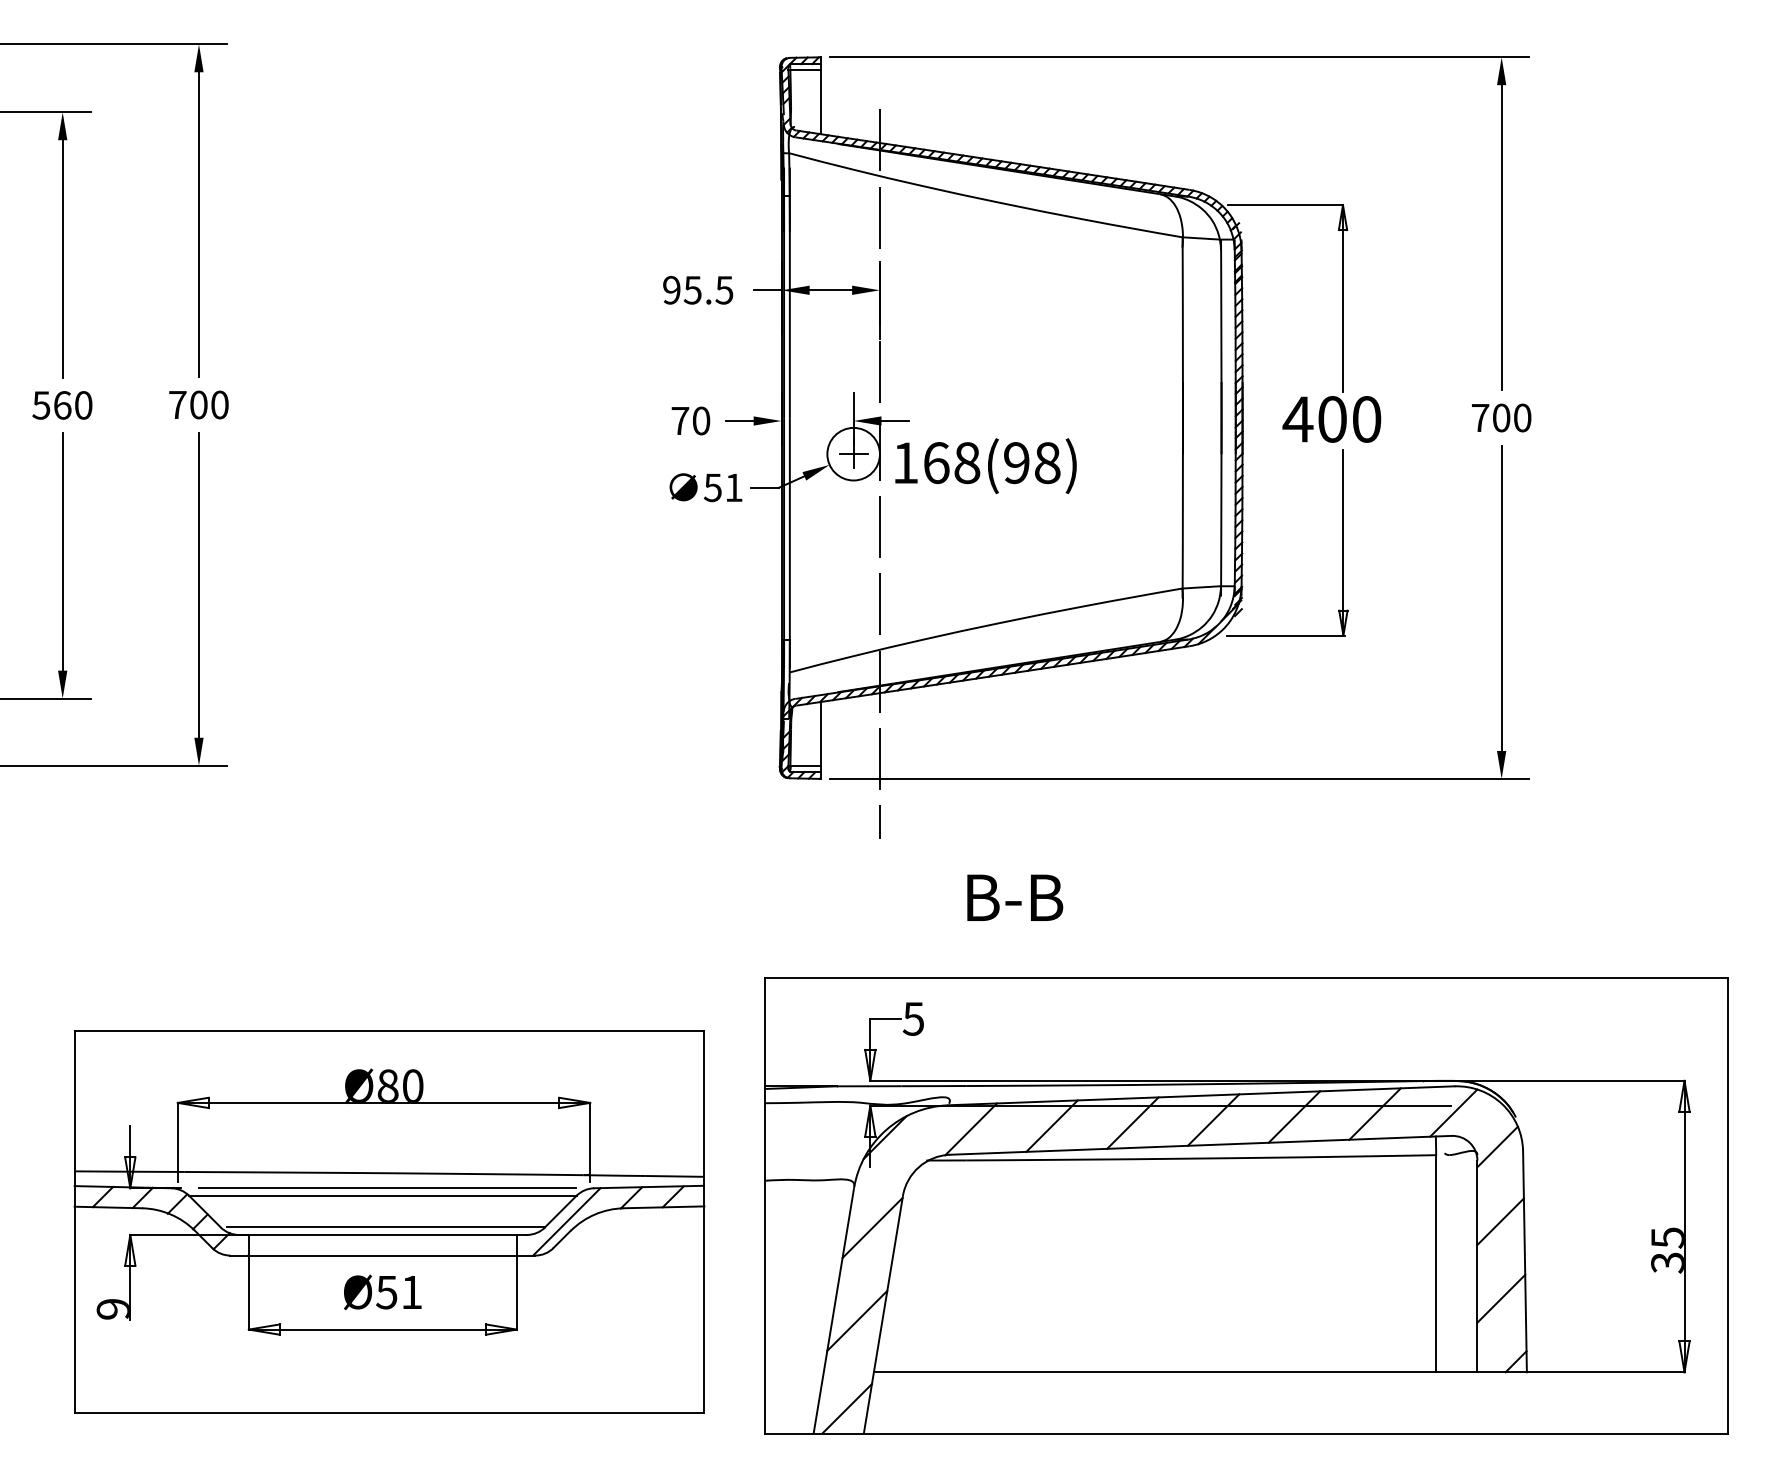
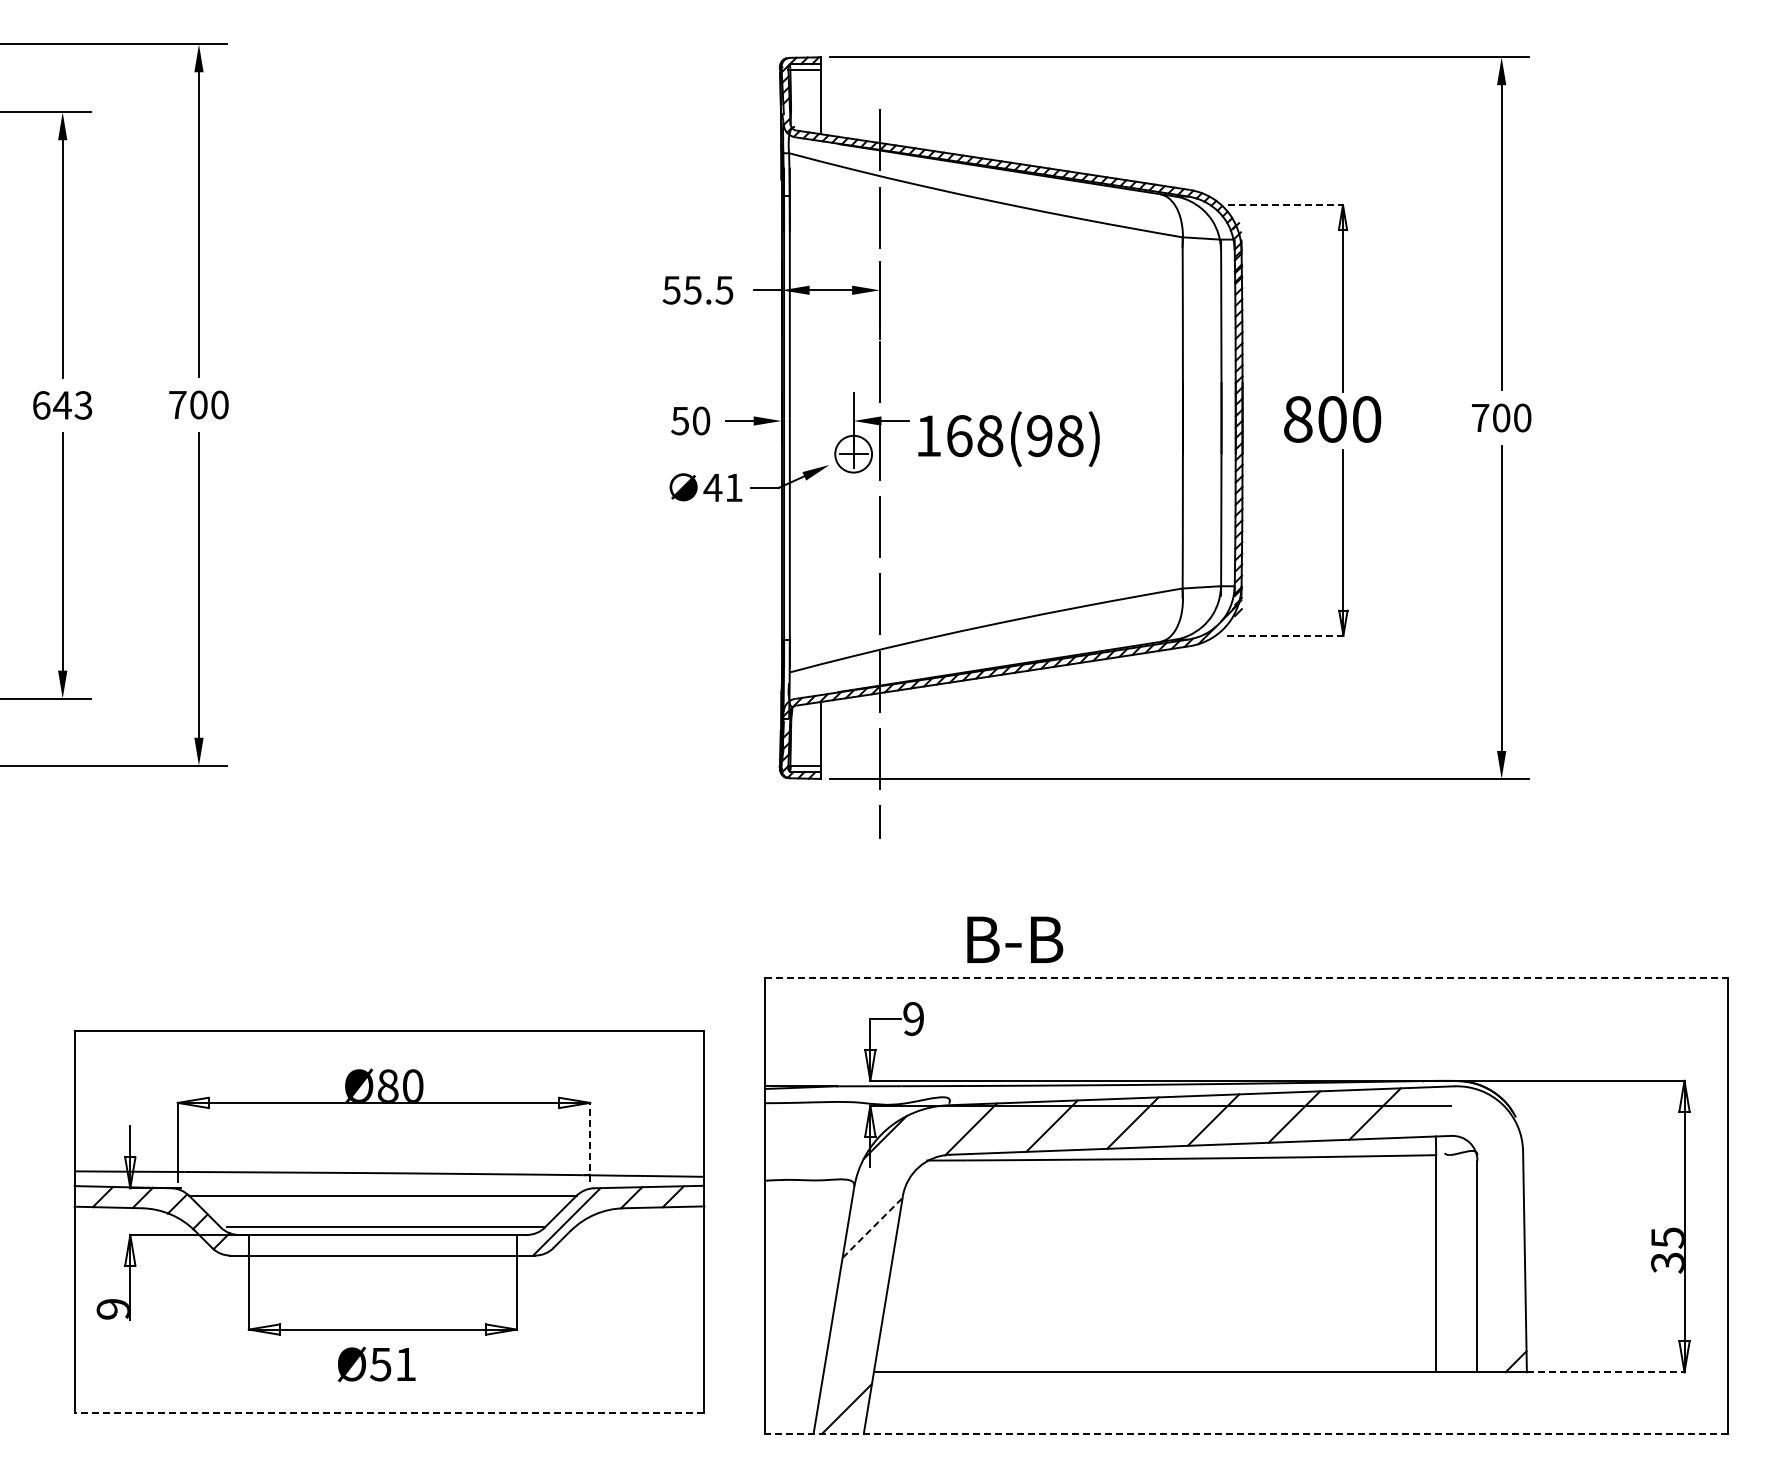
line at (1285, 205): solid -> dashed
text at (671, 290): 95.5 -> 55.5
text at (62, 405): 560 -> 643
text at (1297, 419): 400 -> 800
text at (680, 421): 70 -> 50
circle at (853, 453) diameter: 53 px -> 37 px
text at (985, 466) position: (985, 466) -> (1008, 439)
text at (712, 487): 51 -> 41
line at (1286, 635): solid -> dashed
text at (1015, 897) position: (1015, 897) -> (1015, 939)
line at (1246, 978): solid -> dashed
text at (912, 1018): 5 -> 9
line at (1453, 1112): present -> none
line at (590, 1142): solid -> dashed
line at (1497, 1146): present -> none
line at (387, 1188): present -> none
line at (1500, 1221): present -> none
line at (872, 1227): solid -> dashed
text at (382, 1292) position: (382, 1292) -> (376, 1364)
line at (1501, 1298): present -> none
line at (857, 1320): present -> none
line at (1605, 1372): solid -> dashed
line at (389, 1413): solid -> dashed
line at (1245, 1433): solid -> dashed
